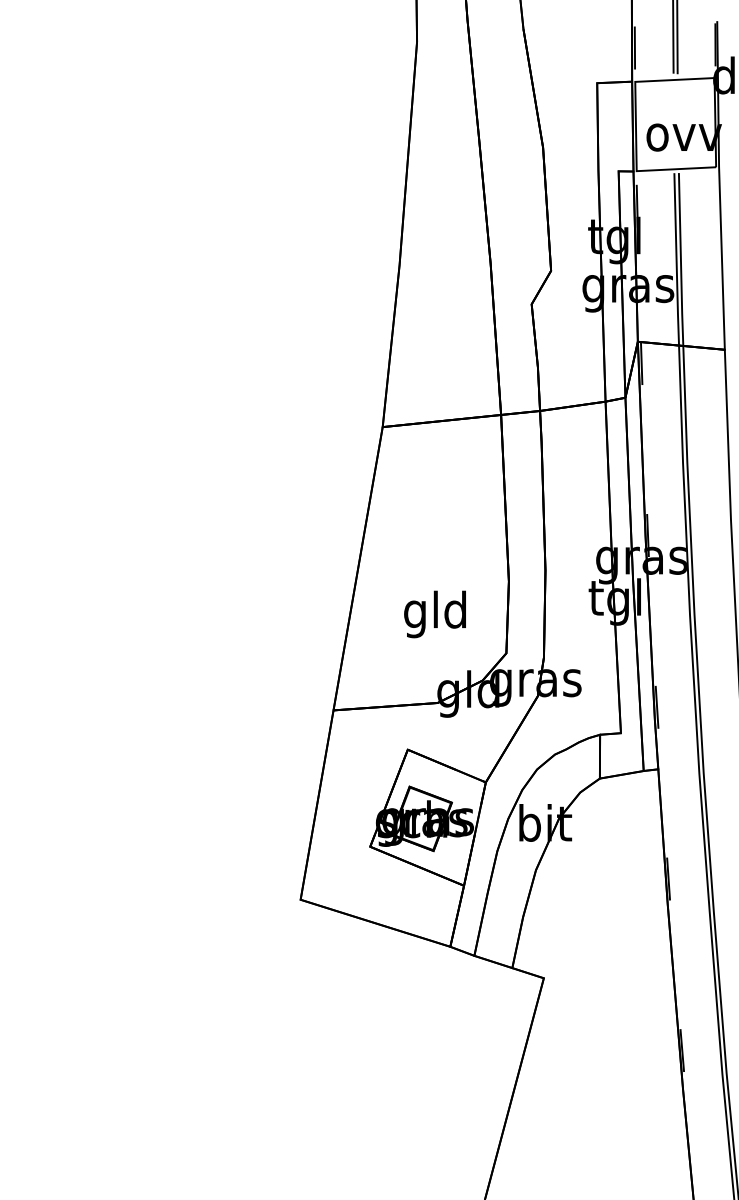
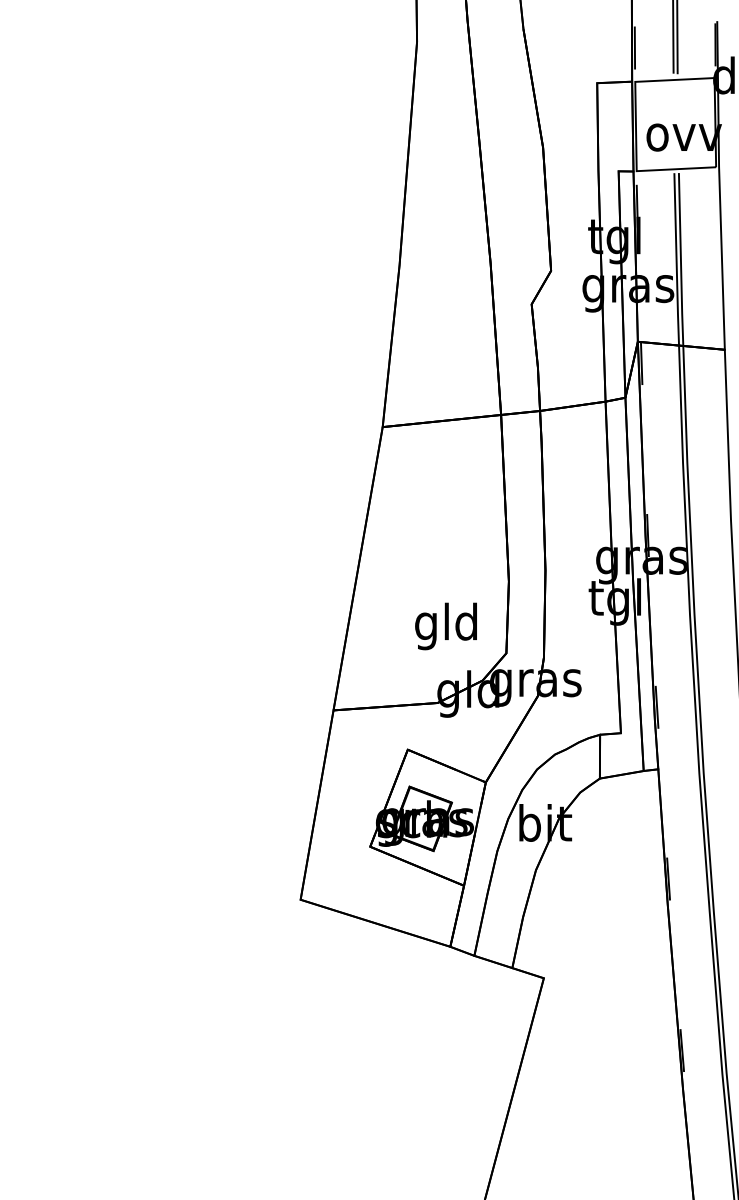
text at (434, 614) position: (434, 614) -> (445, 626)
